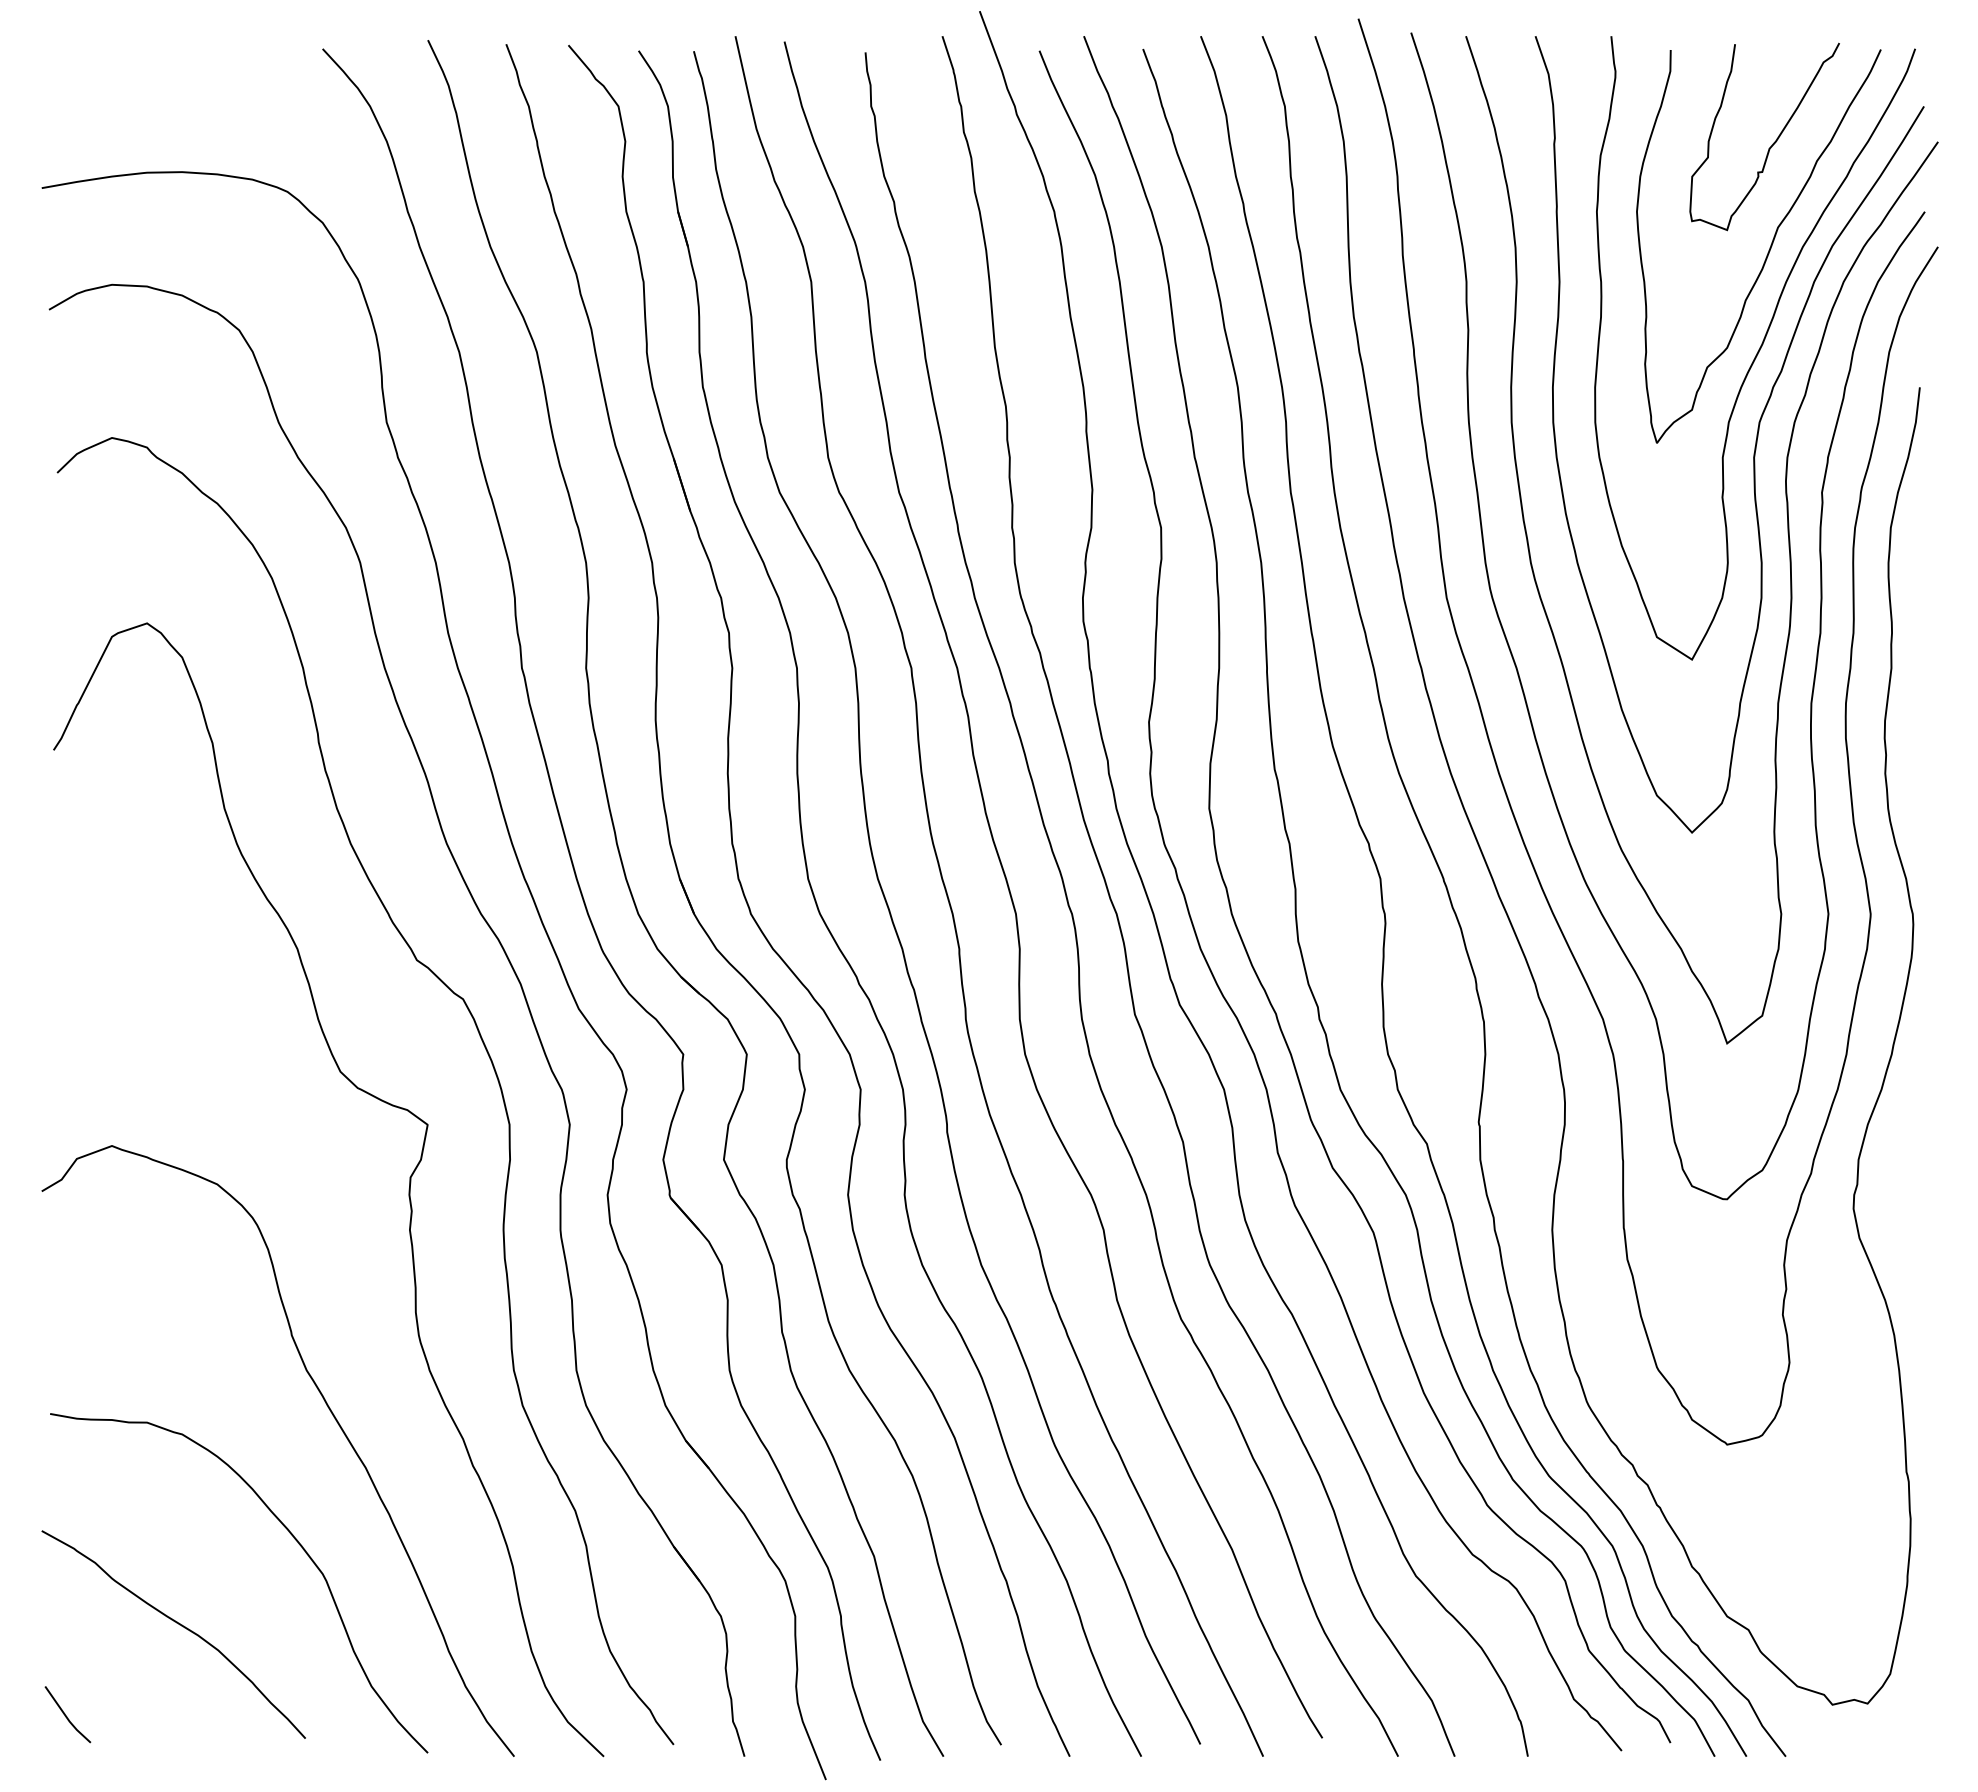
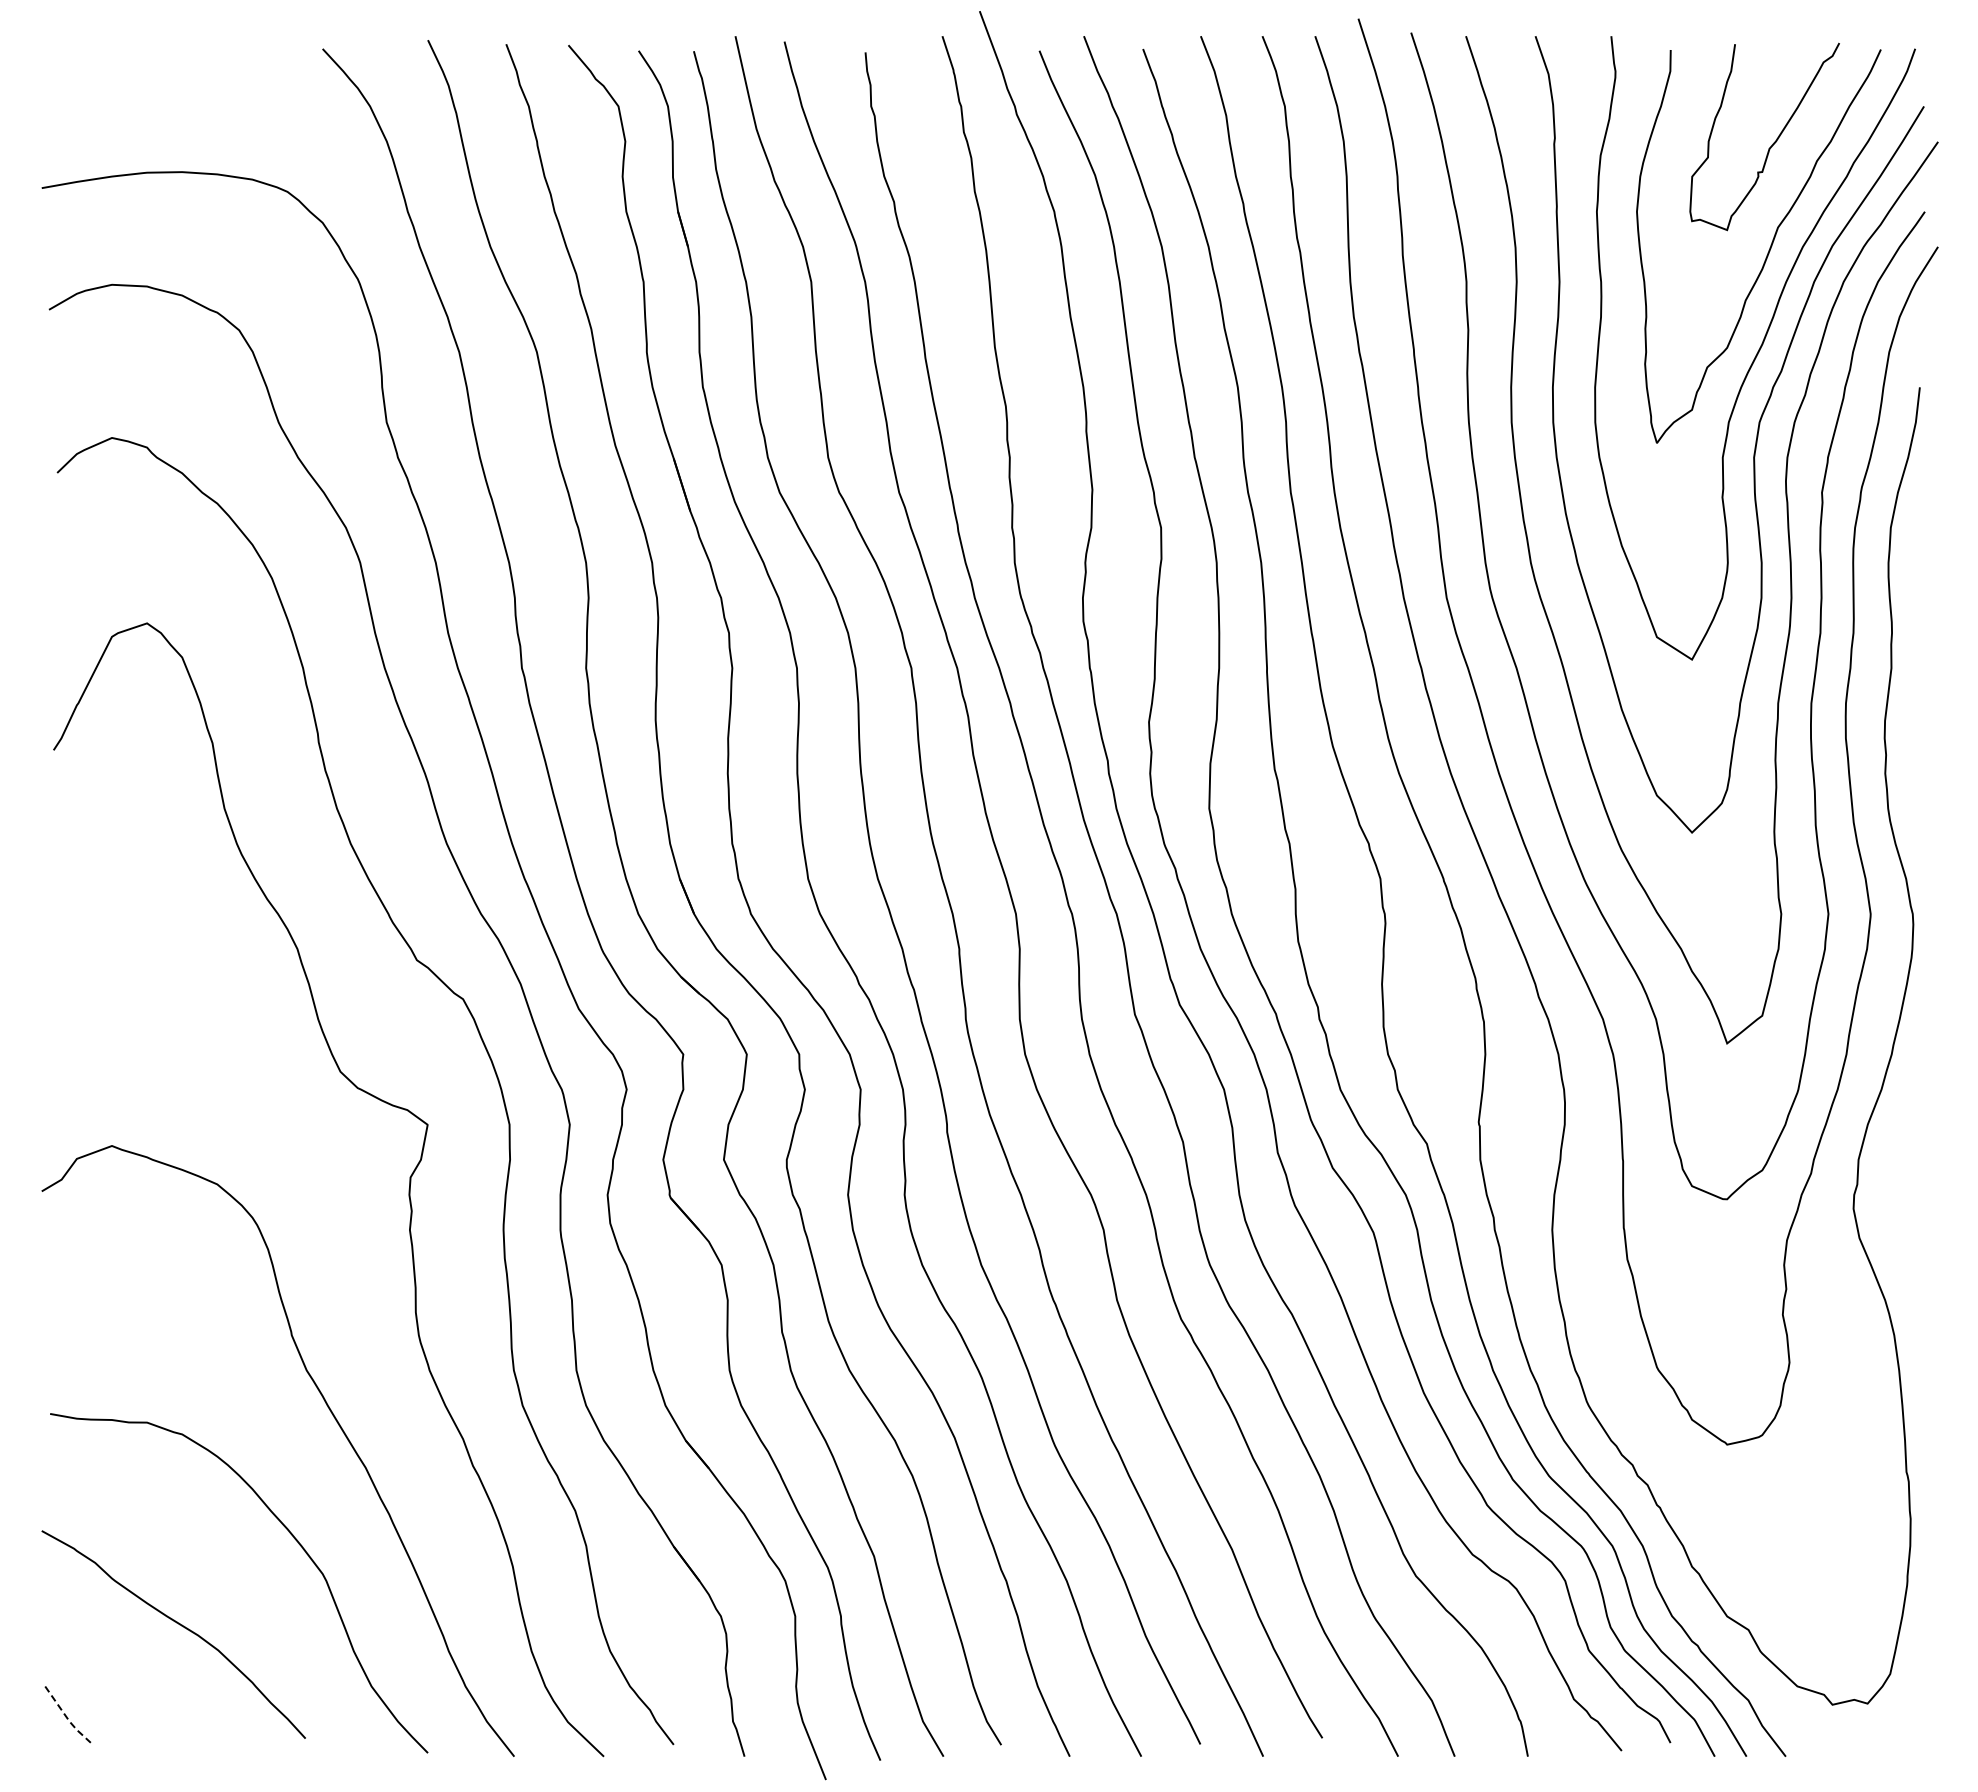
line at (66, 1717): solid -> dashed
